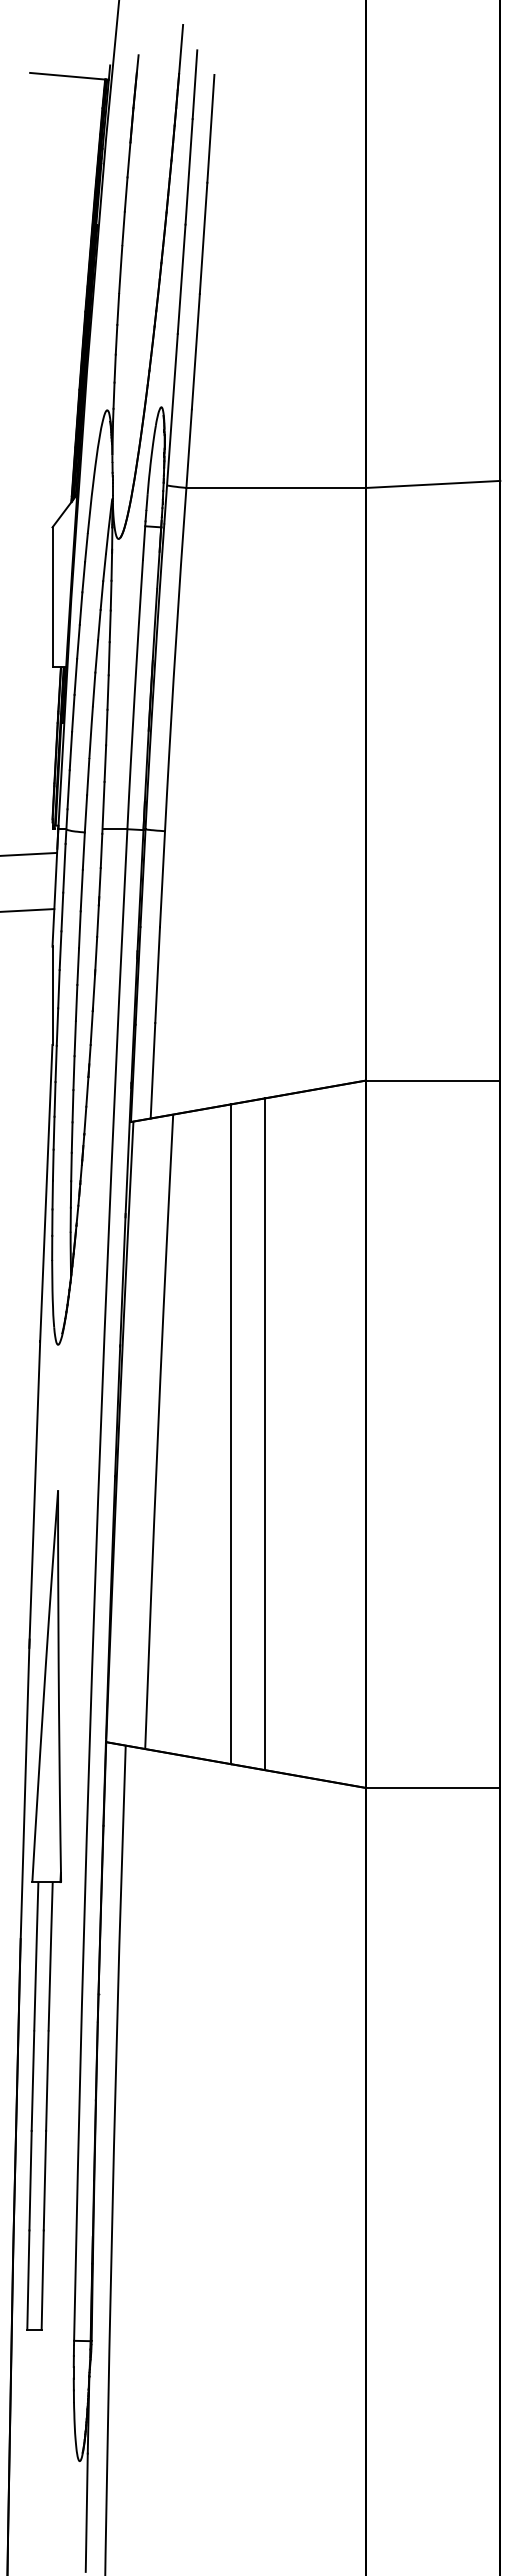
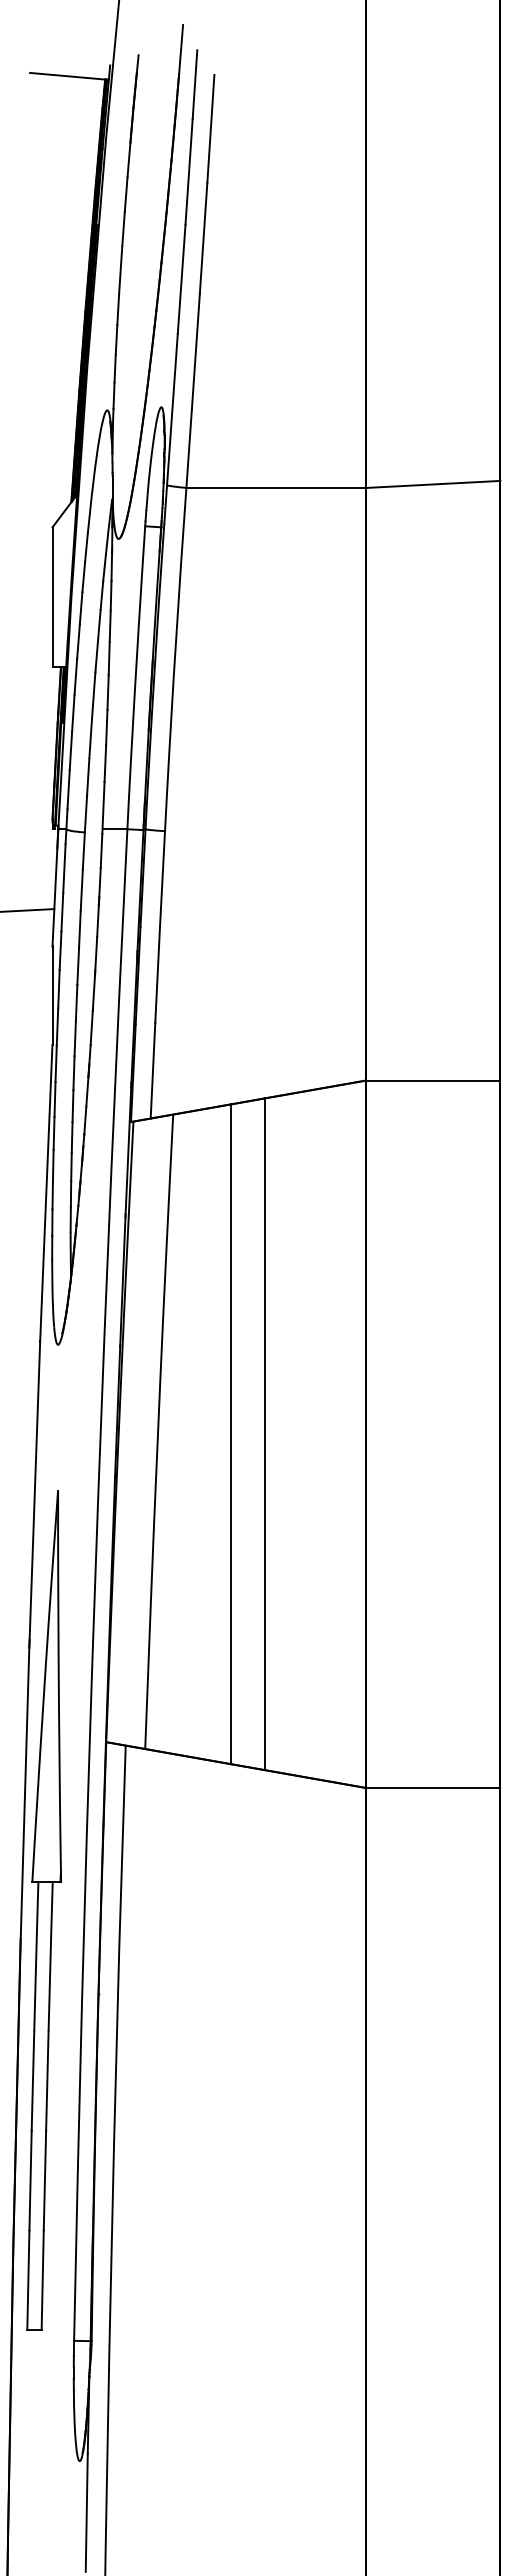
line at (29, 853): present -> none
